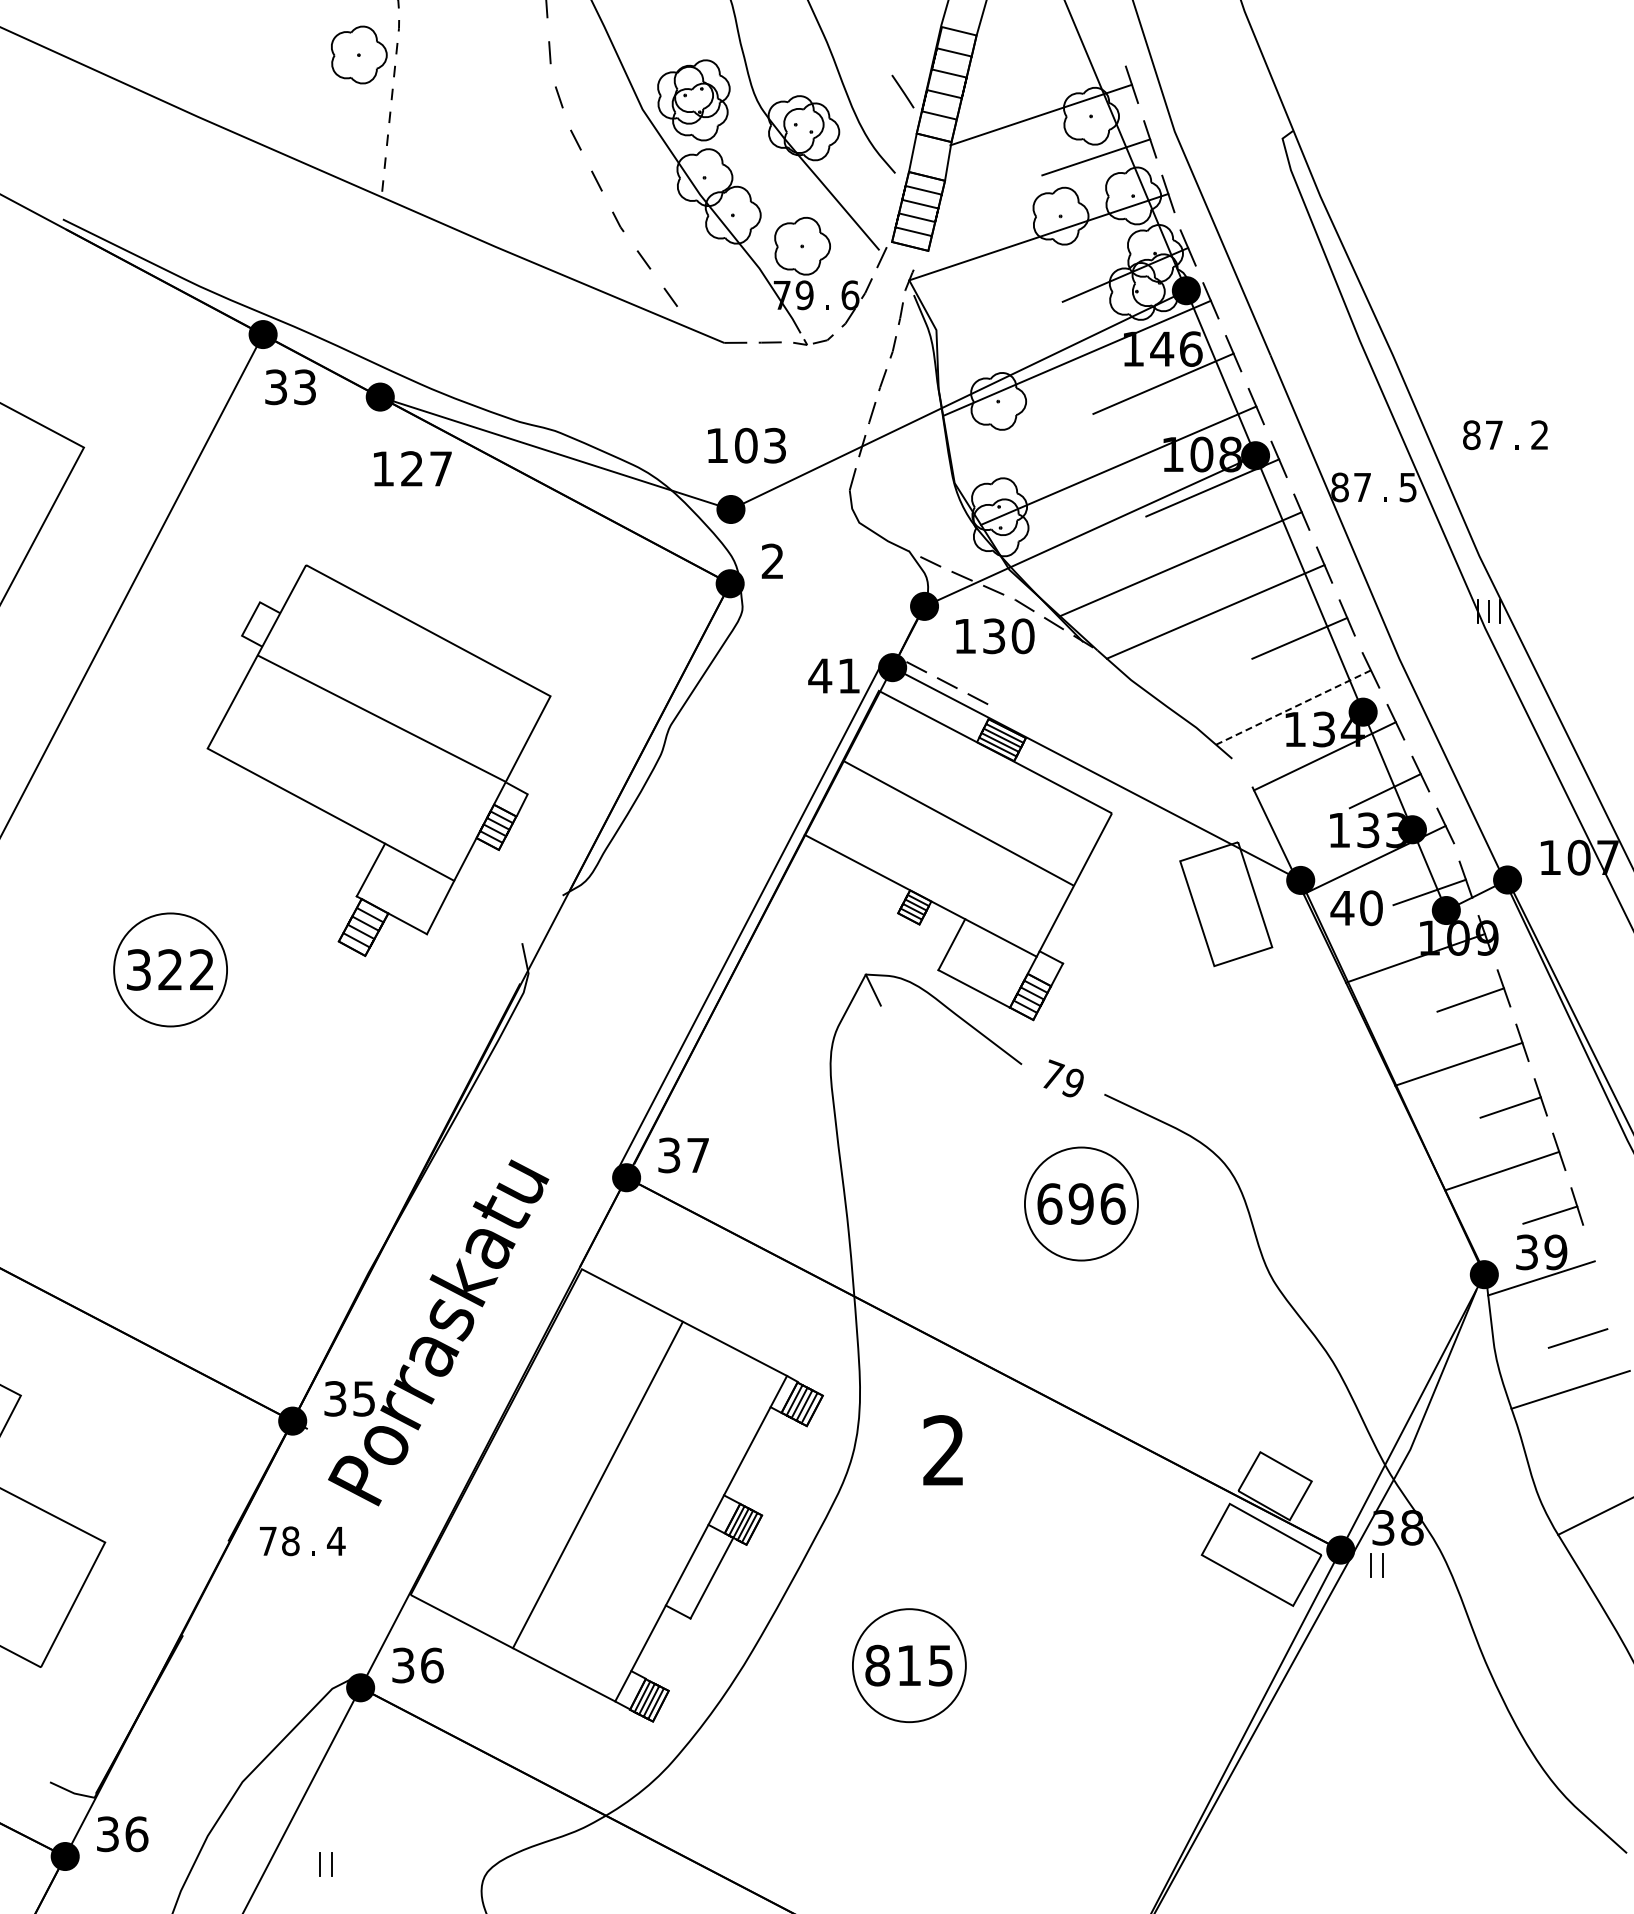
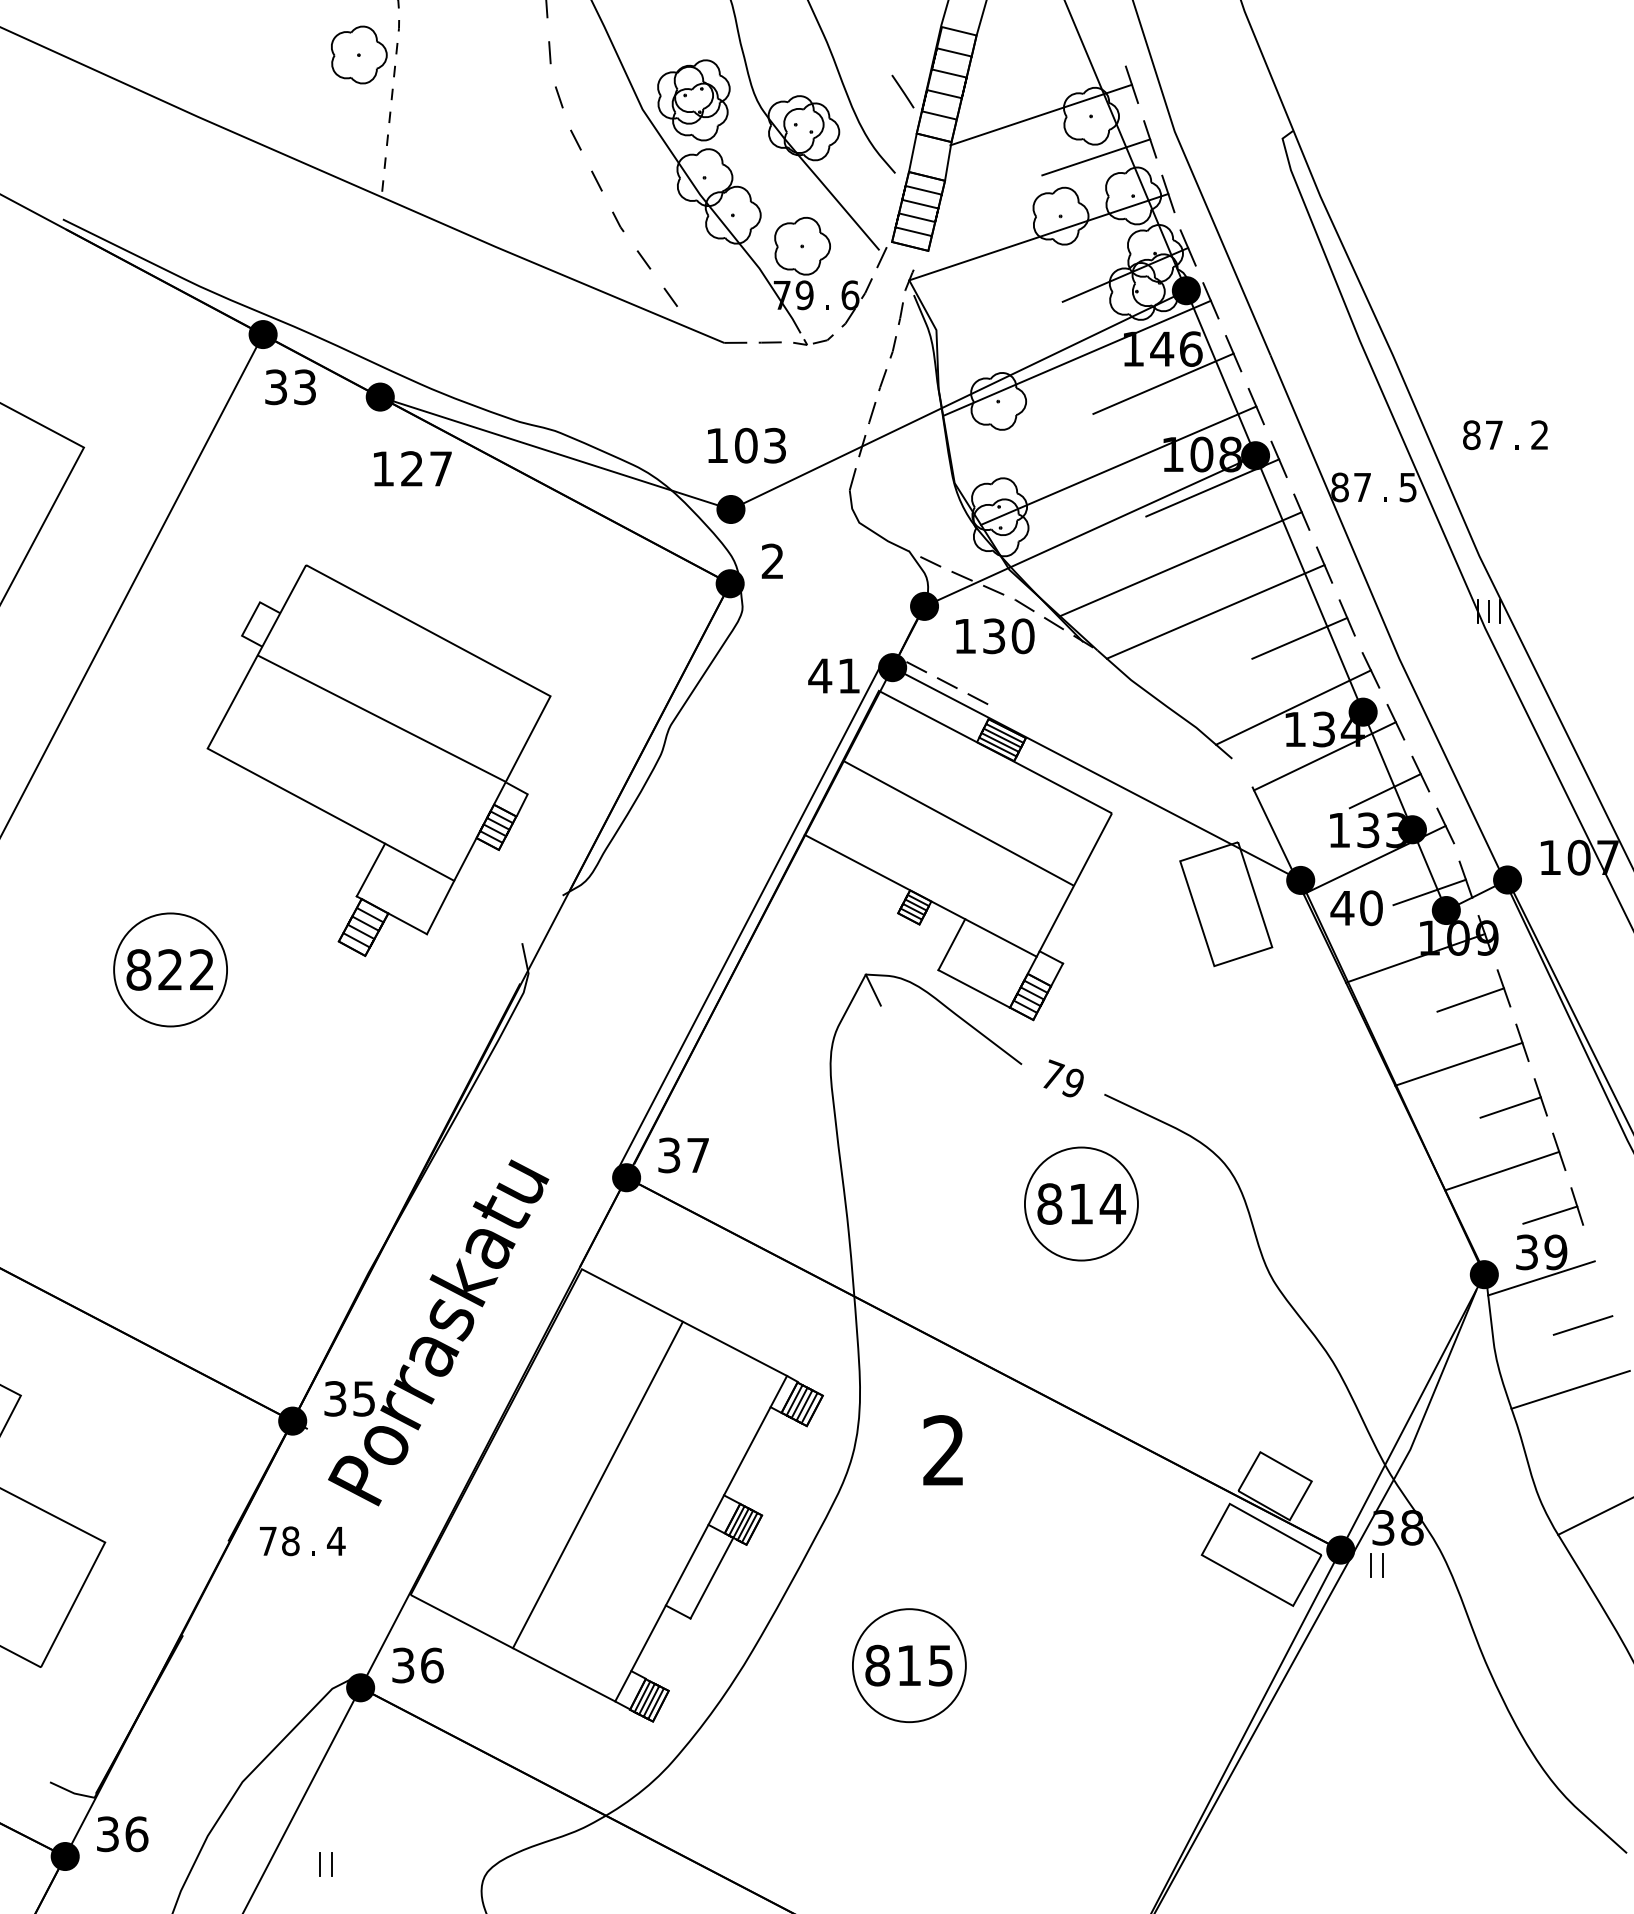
line at (1293, 707): dashed -> solid
text at (138, 969): 322 -> 822
text at (1081, 1203): 696 -> 814
line at (1577, 1338) position: (1577, 1338) -> (1582, 1325)
